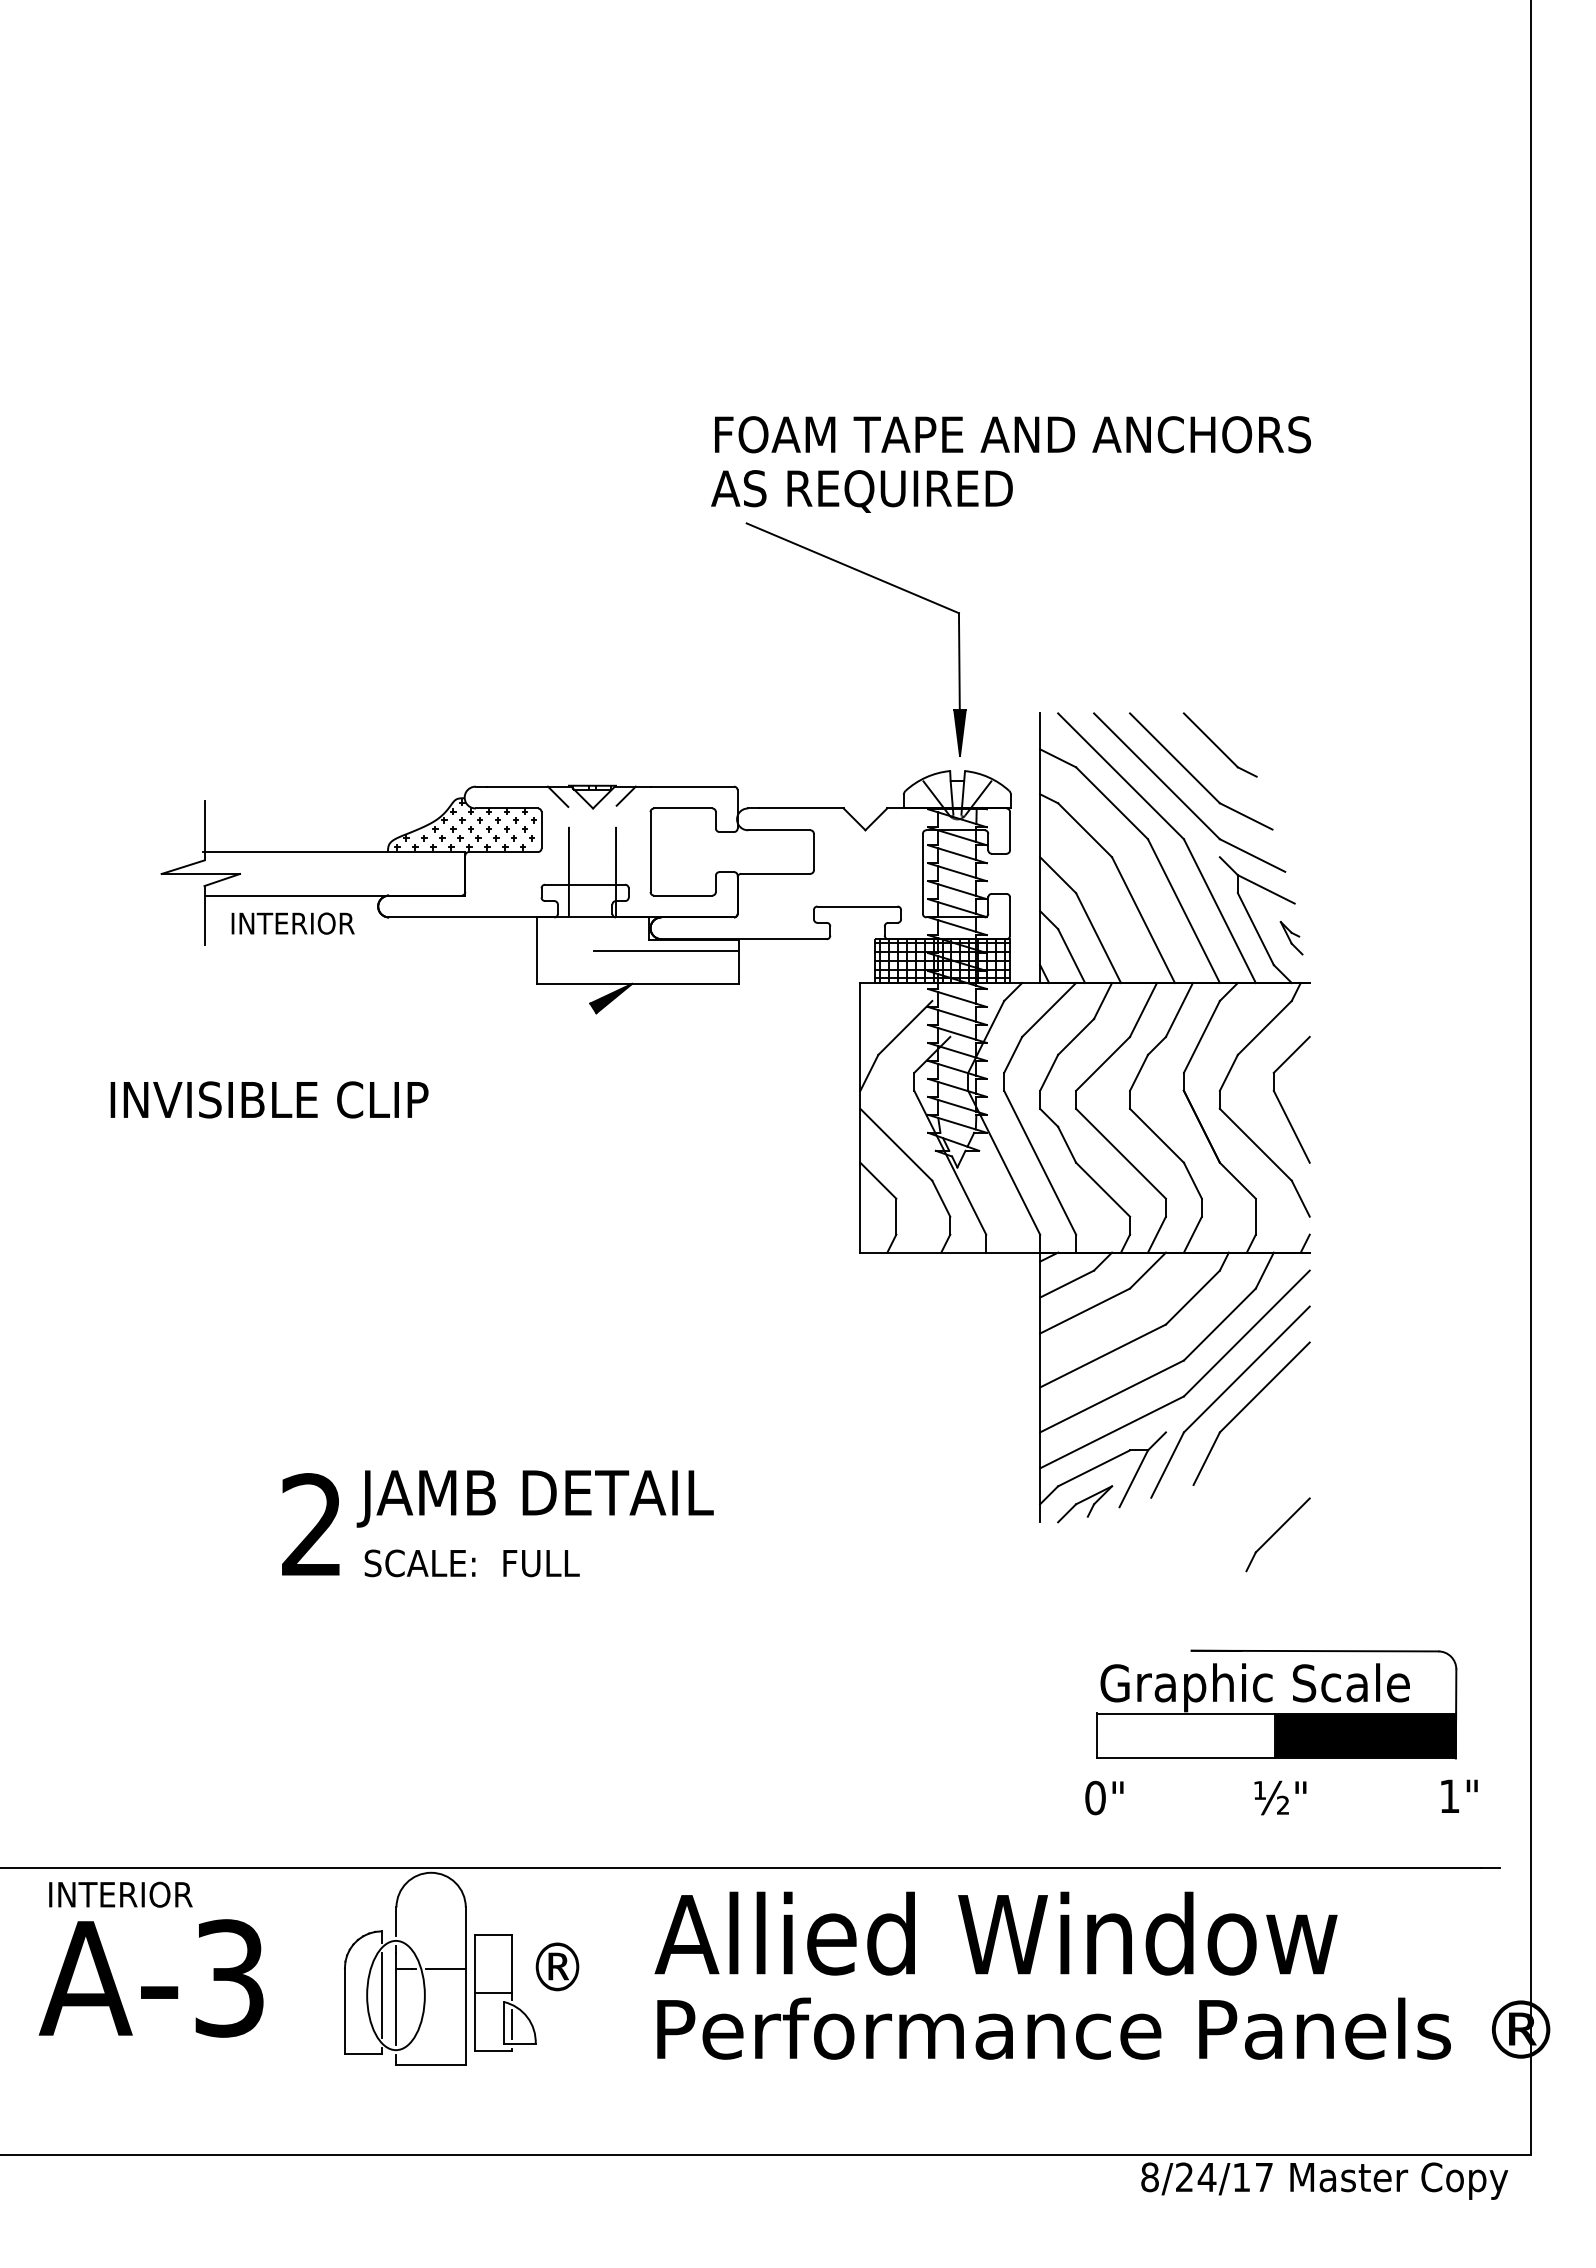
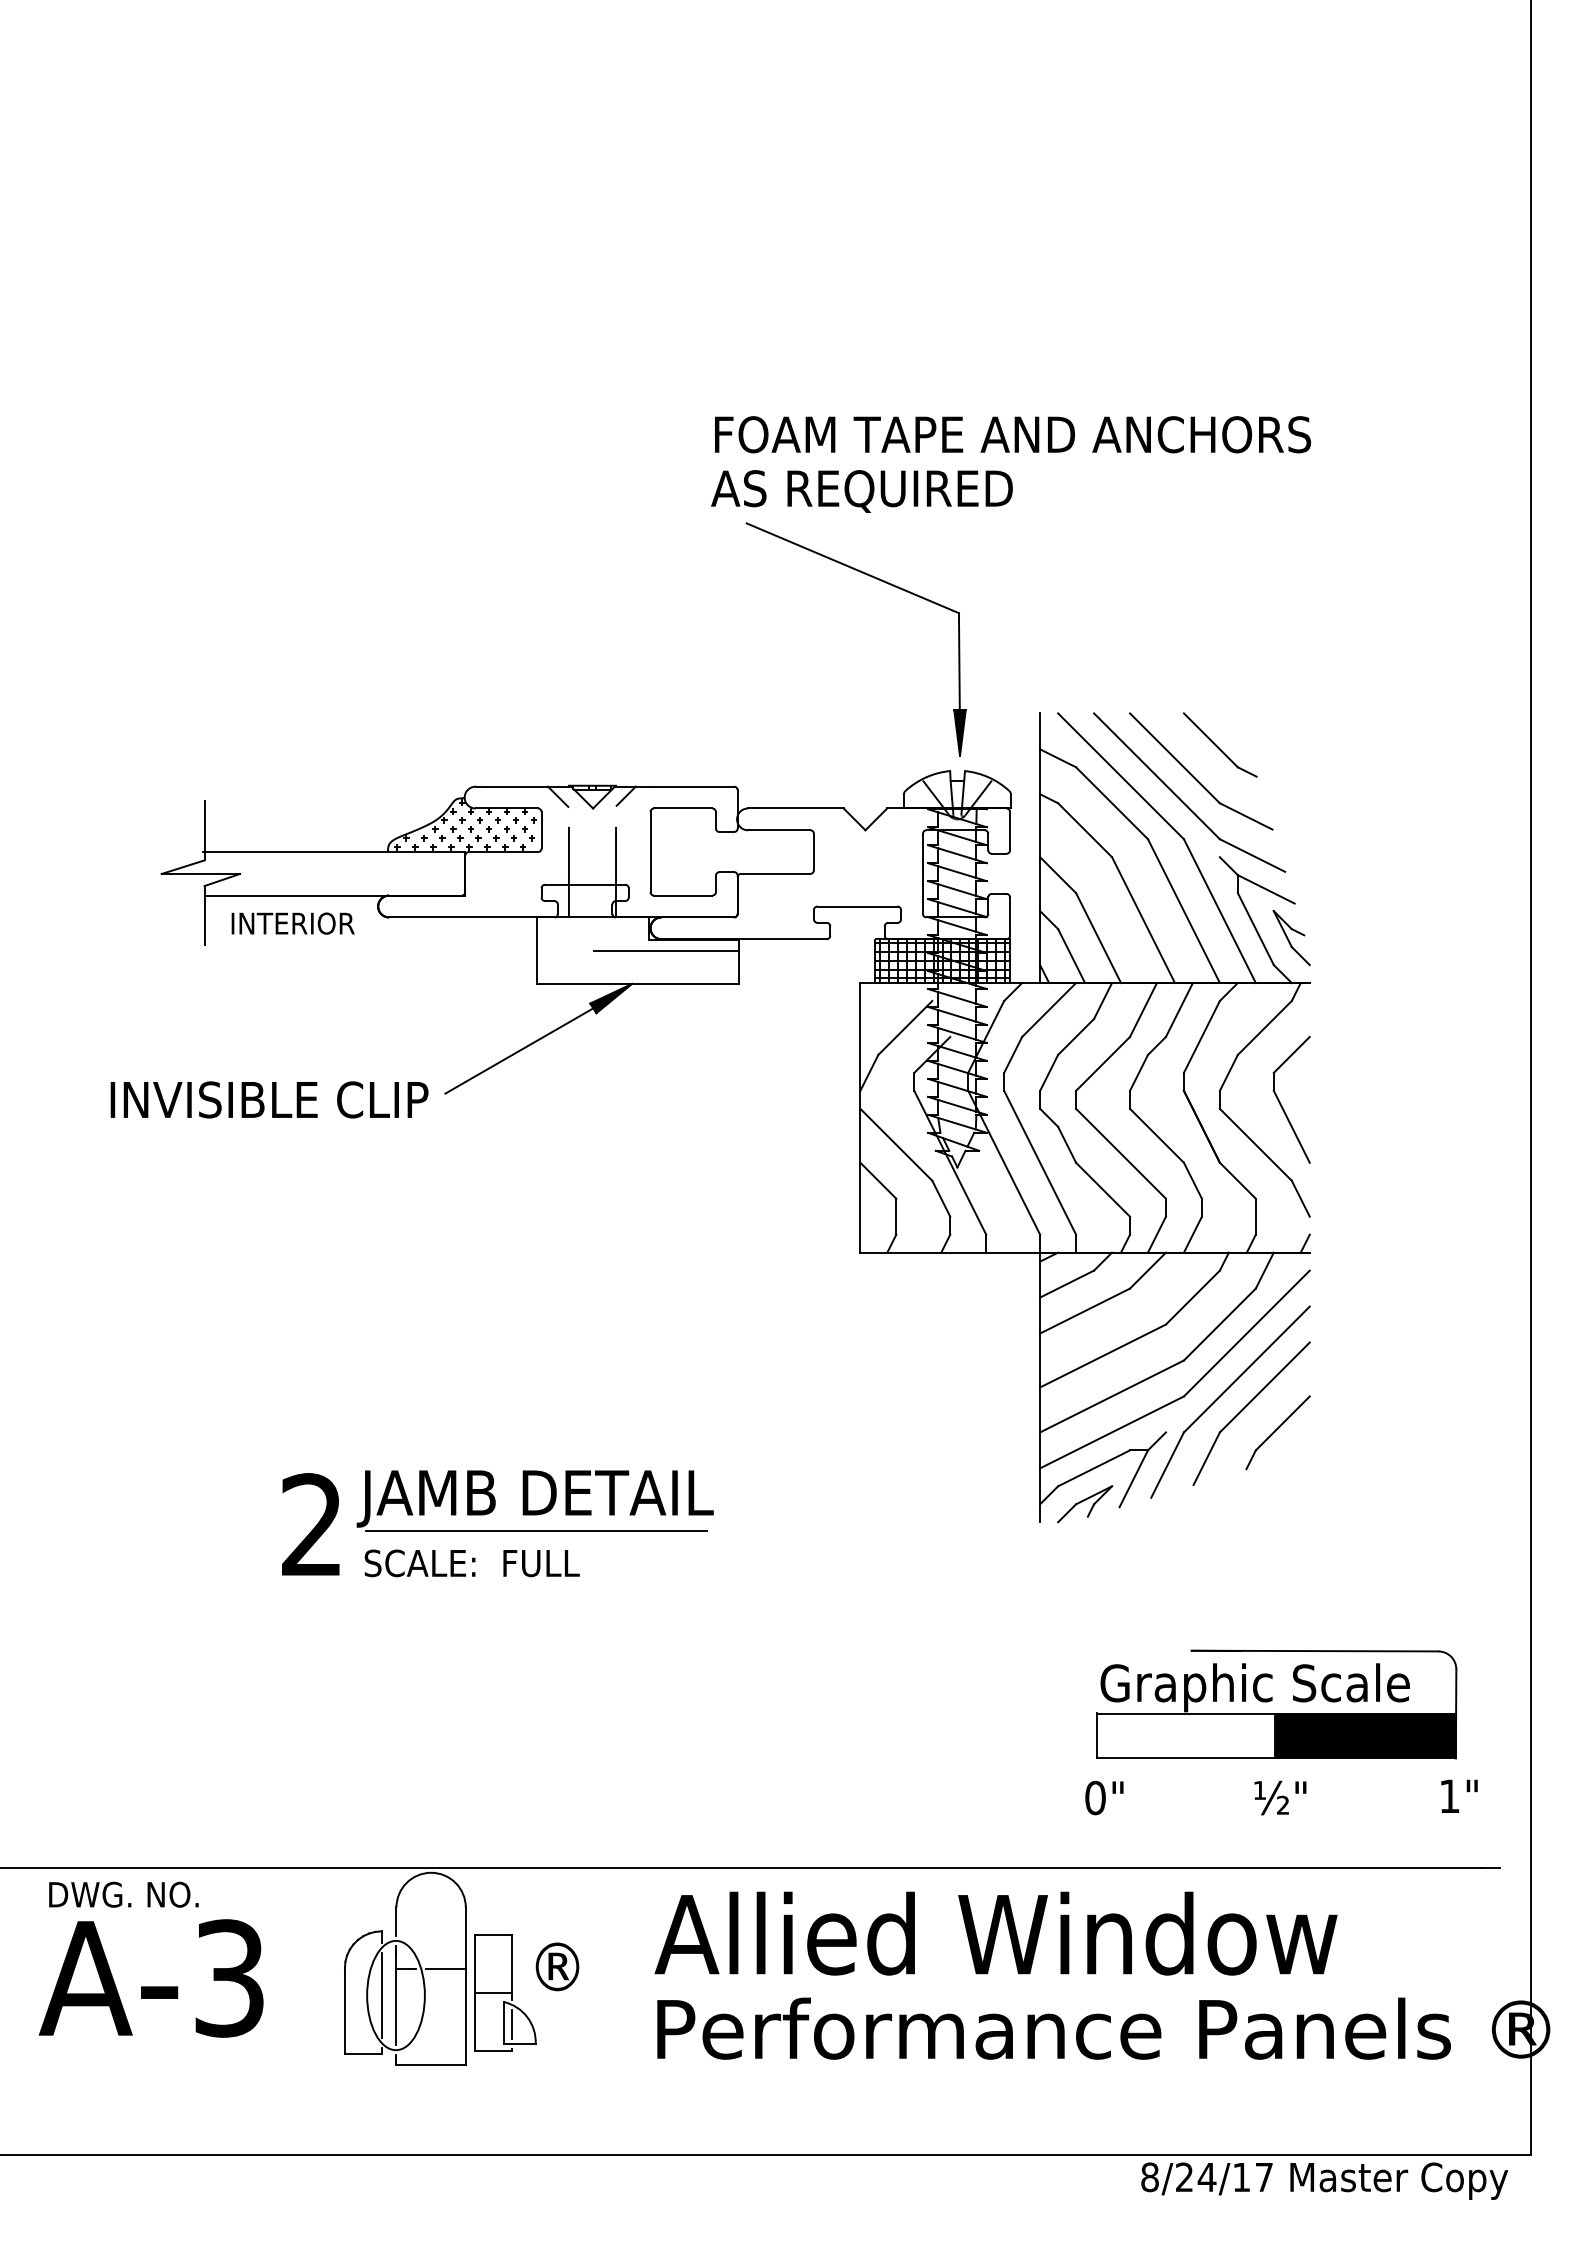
part at (1291, 938) size: 25x35 px -> 39x57 px
line at (519, 1050): none -> present
line at (536, 1531): none -> present
part at (1277, 1534) position: (1277, 1534) -> (1277, 1432)
text at (125, 1894): INTERIOR -> DWG. NO.
